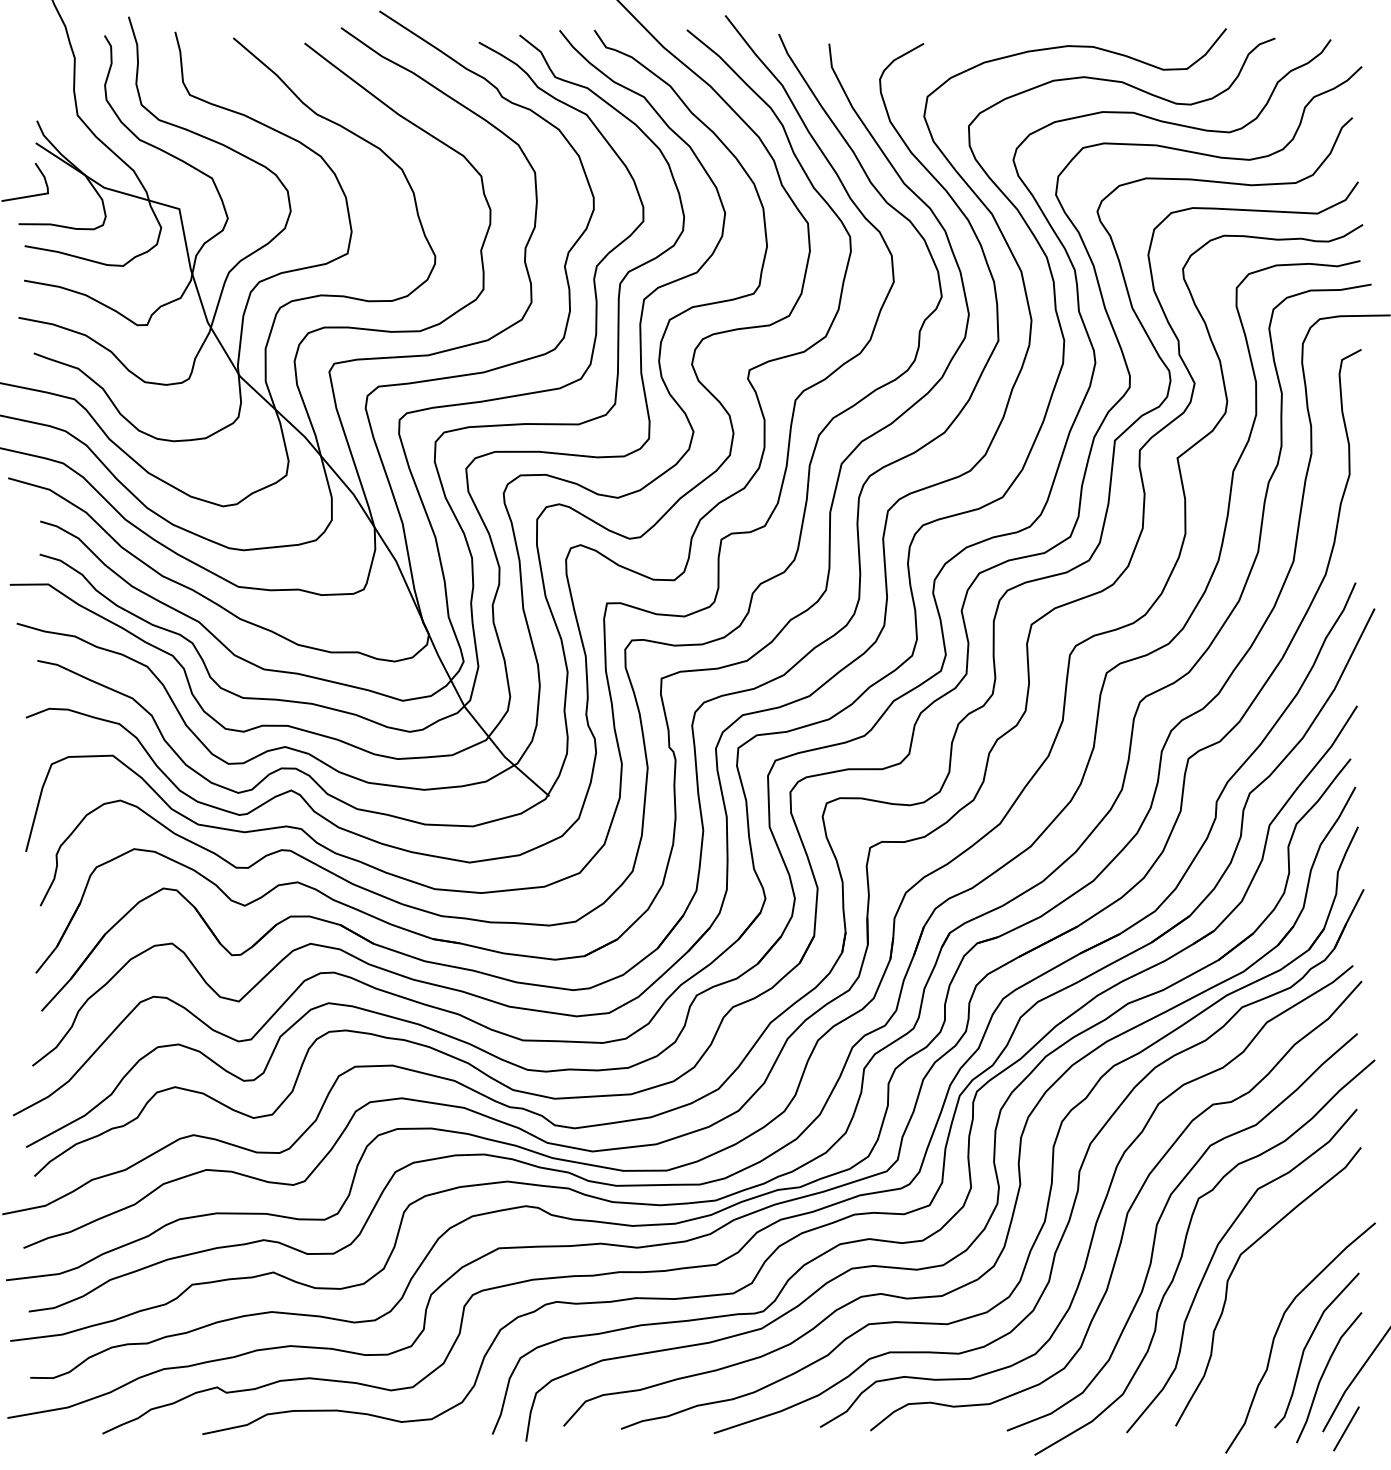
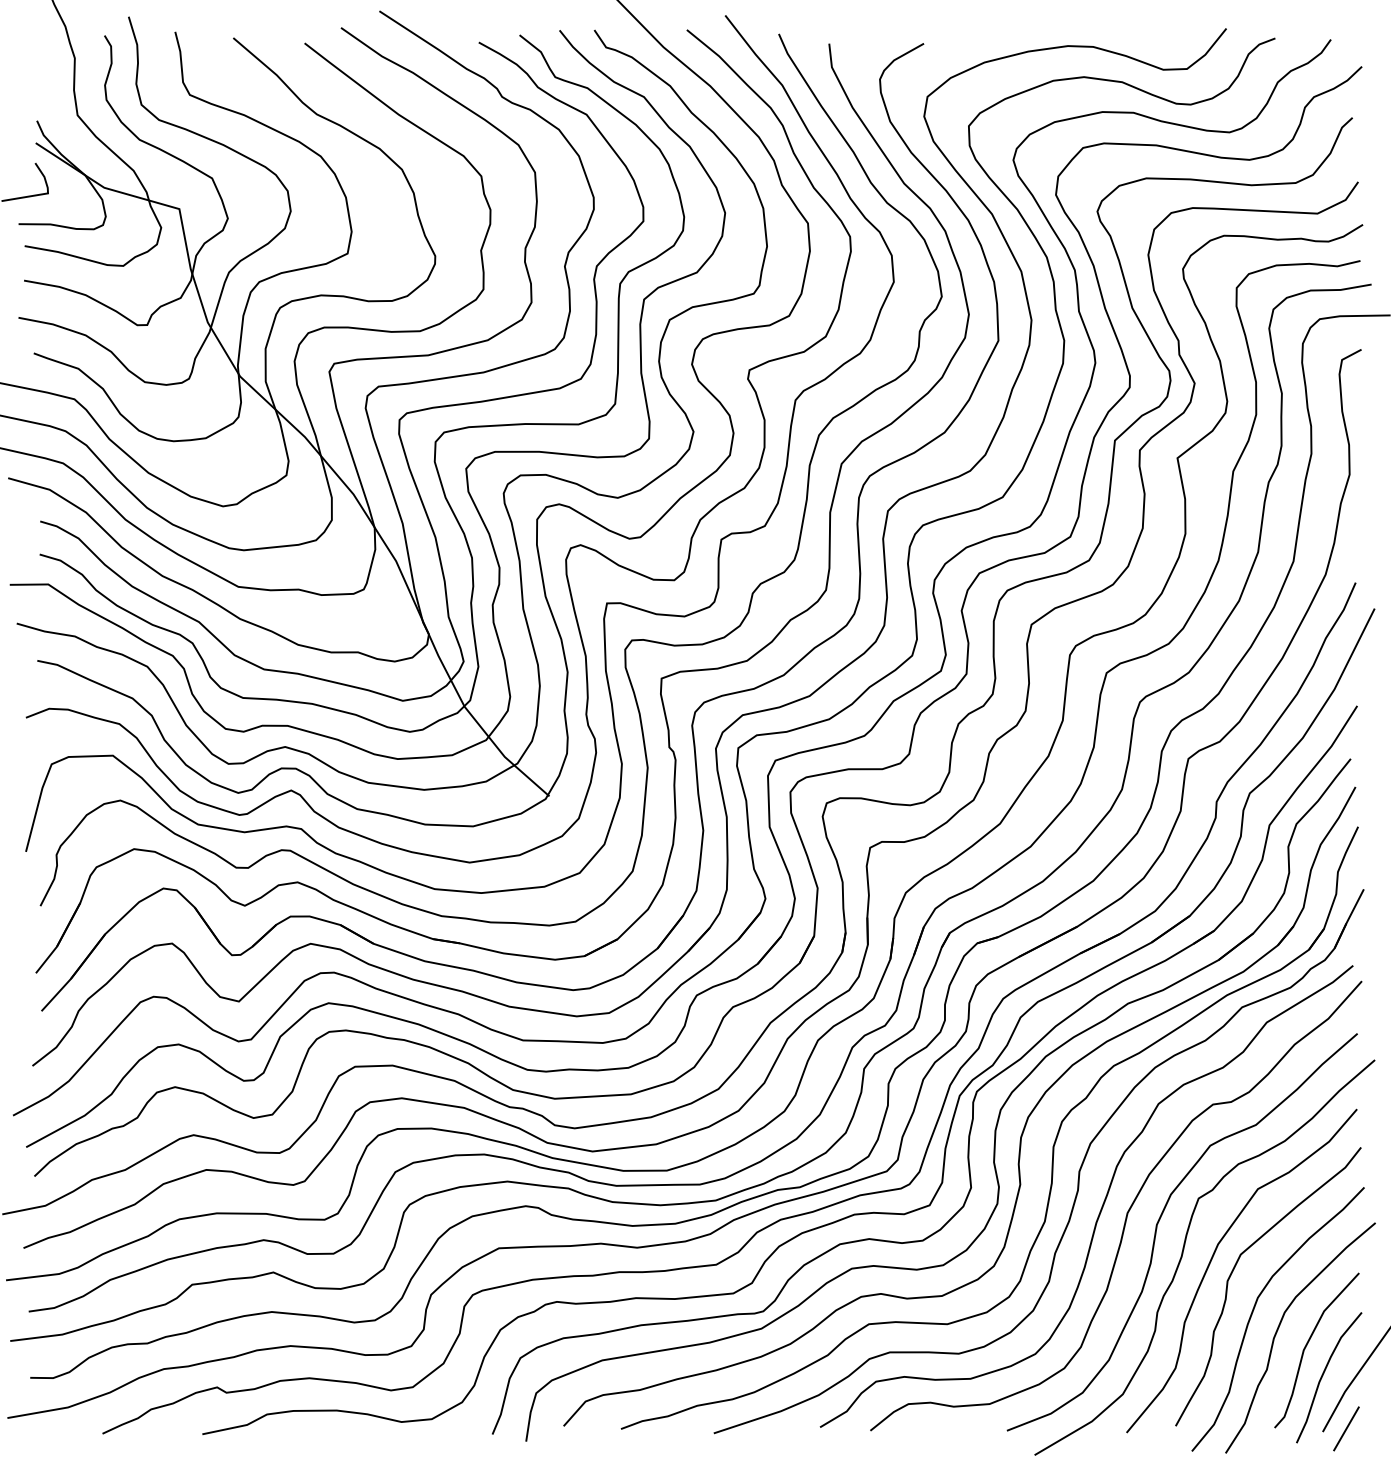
curve at (1253, 1312): none -> present
